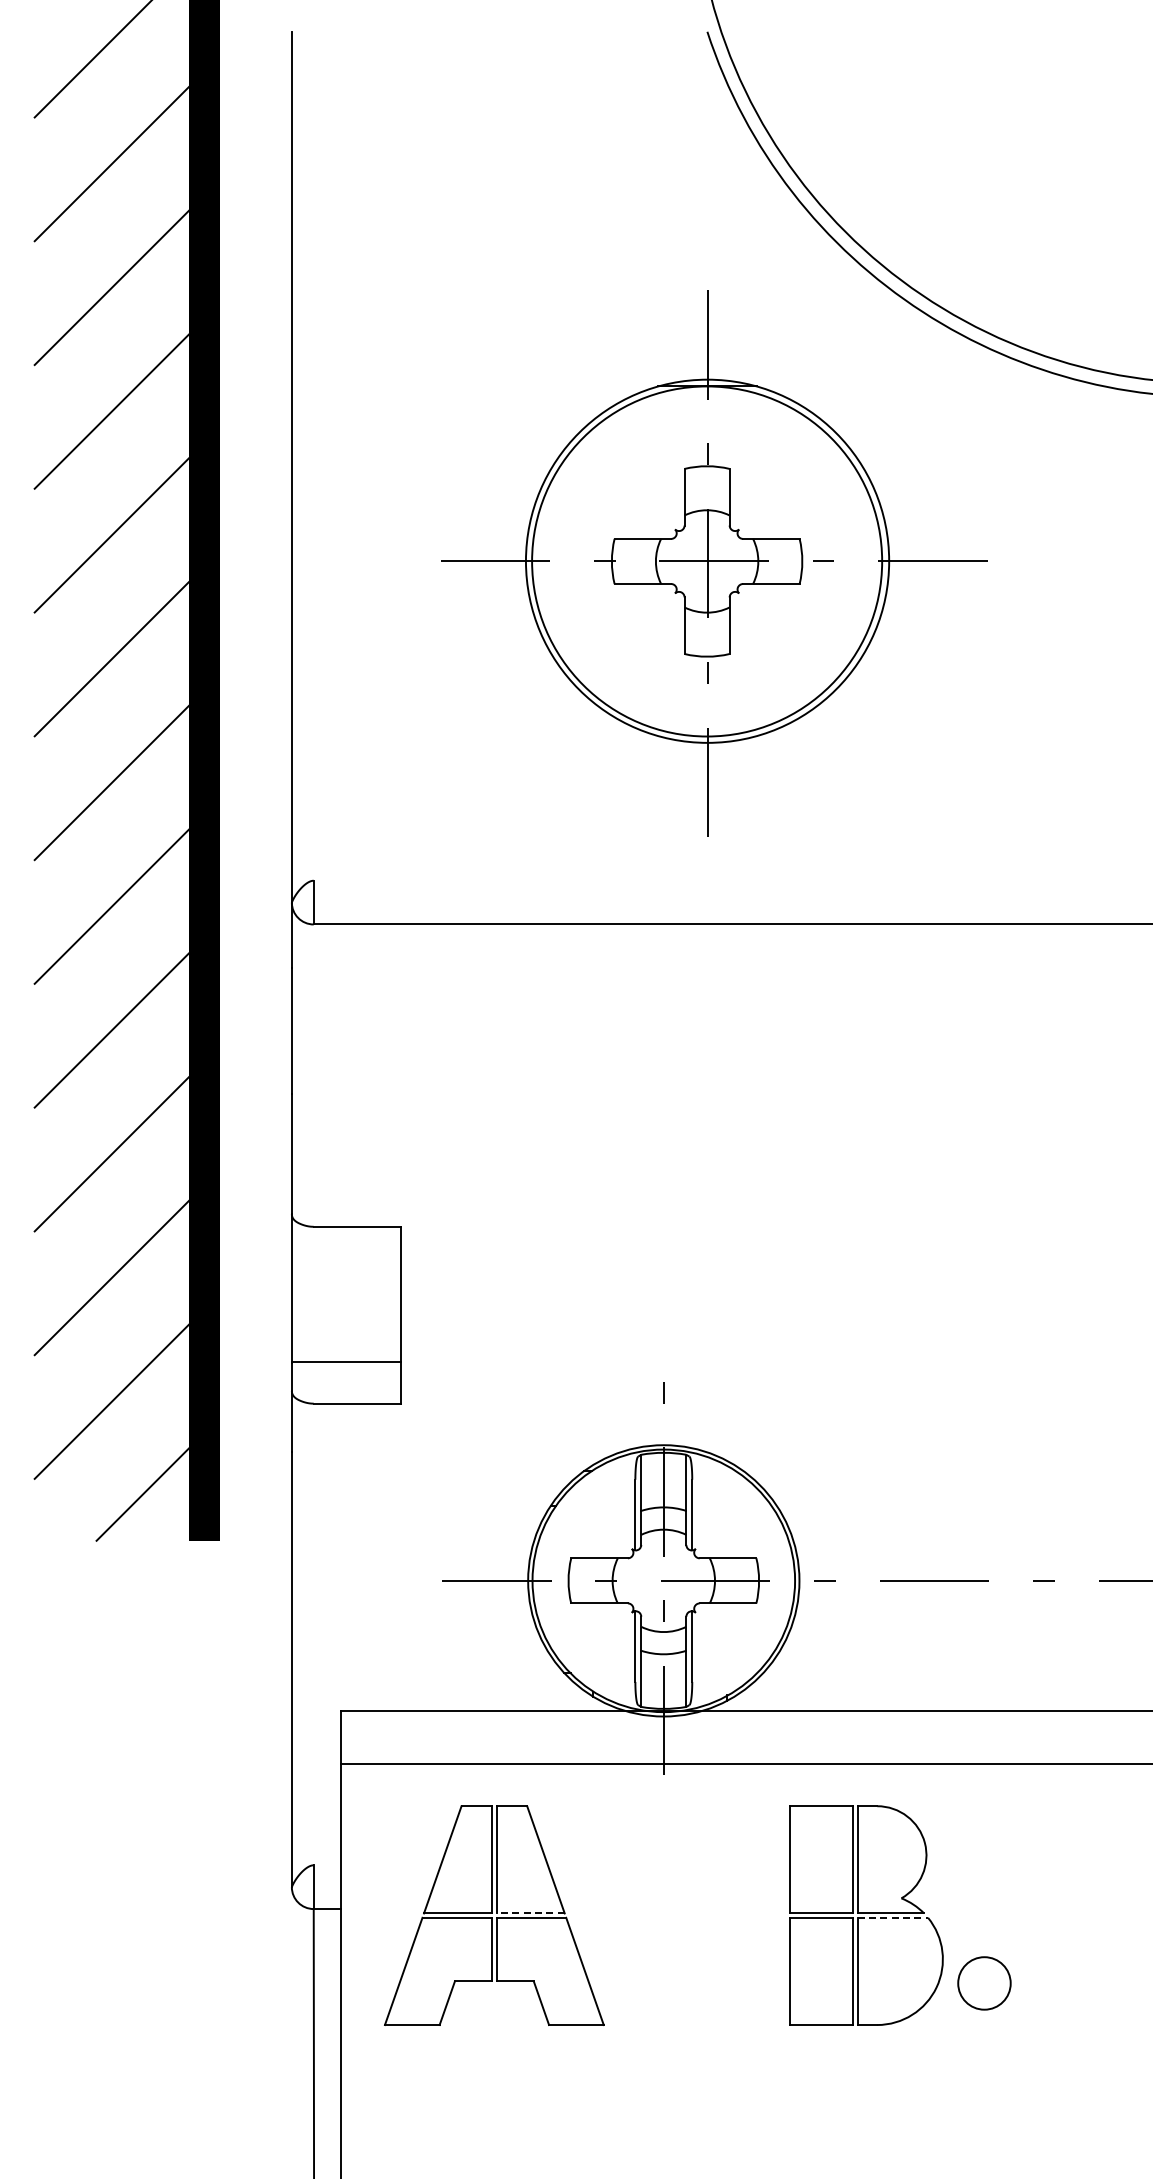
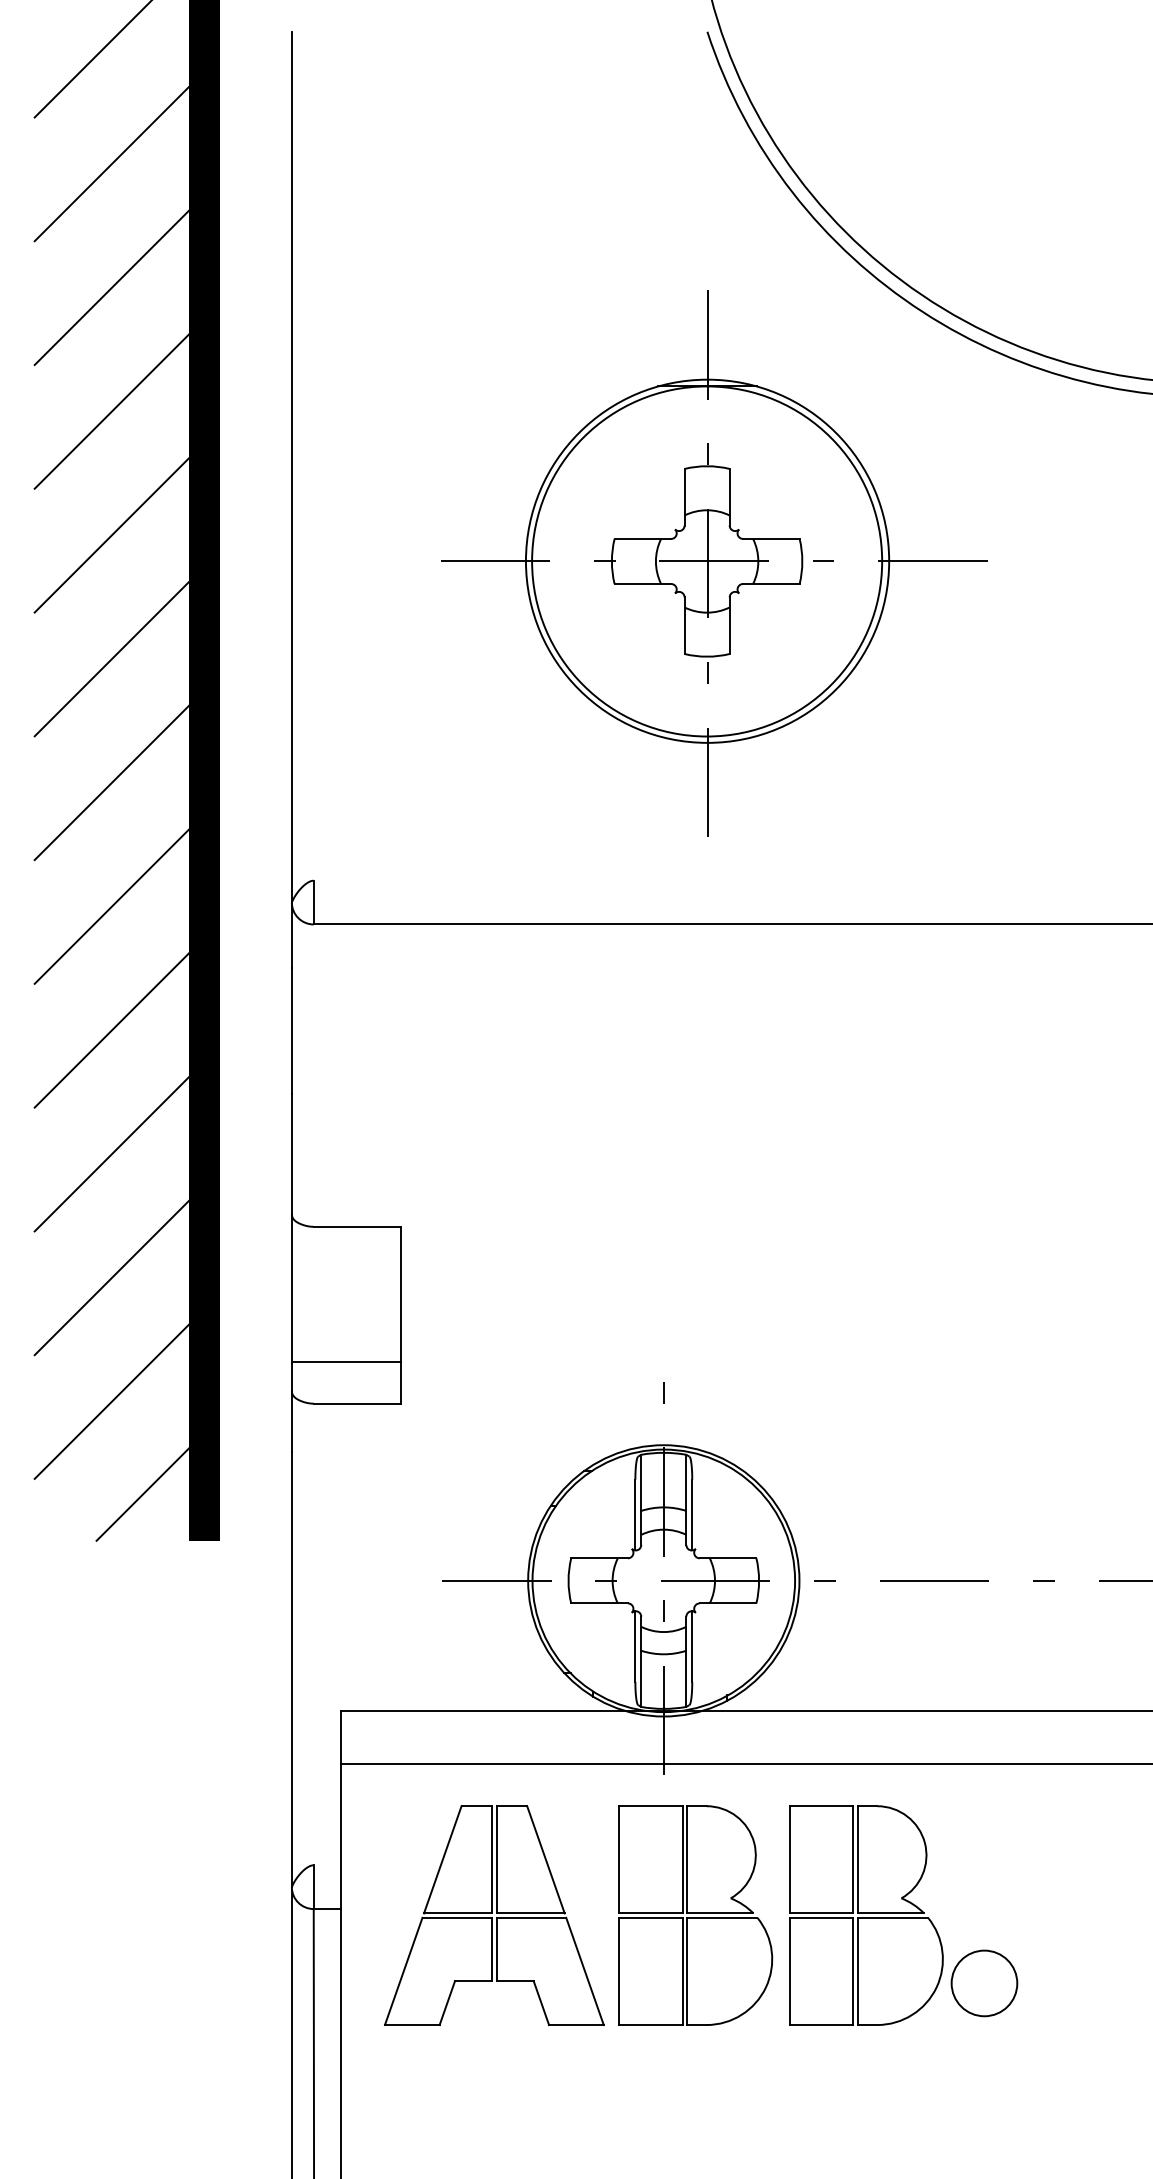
line at (530, 1913): dashed -> solid
part at (695, 1915): none -> present
line at (893, 1917): dashed -> solid
circle at (984, 1983) diameter: 53 px -> 66 px
line at (291, 2032): none -> present
